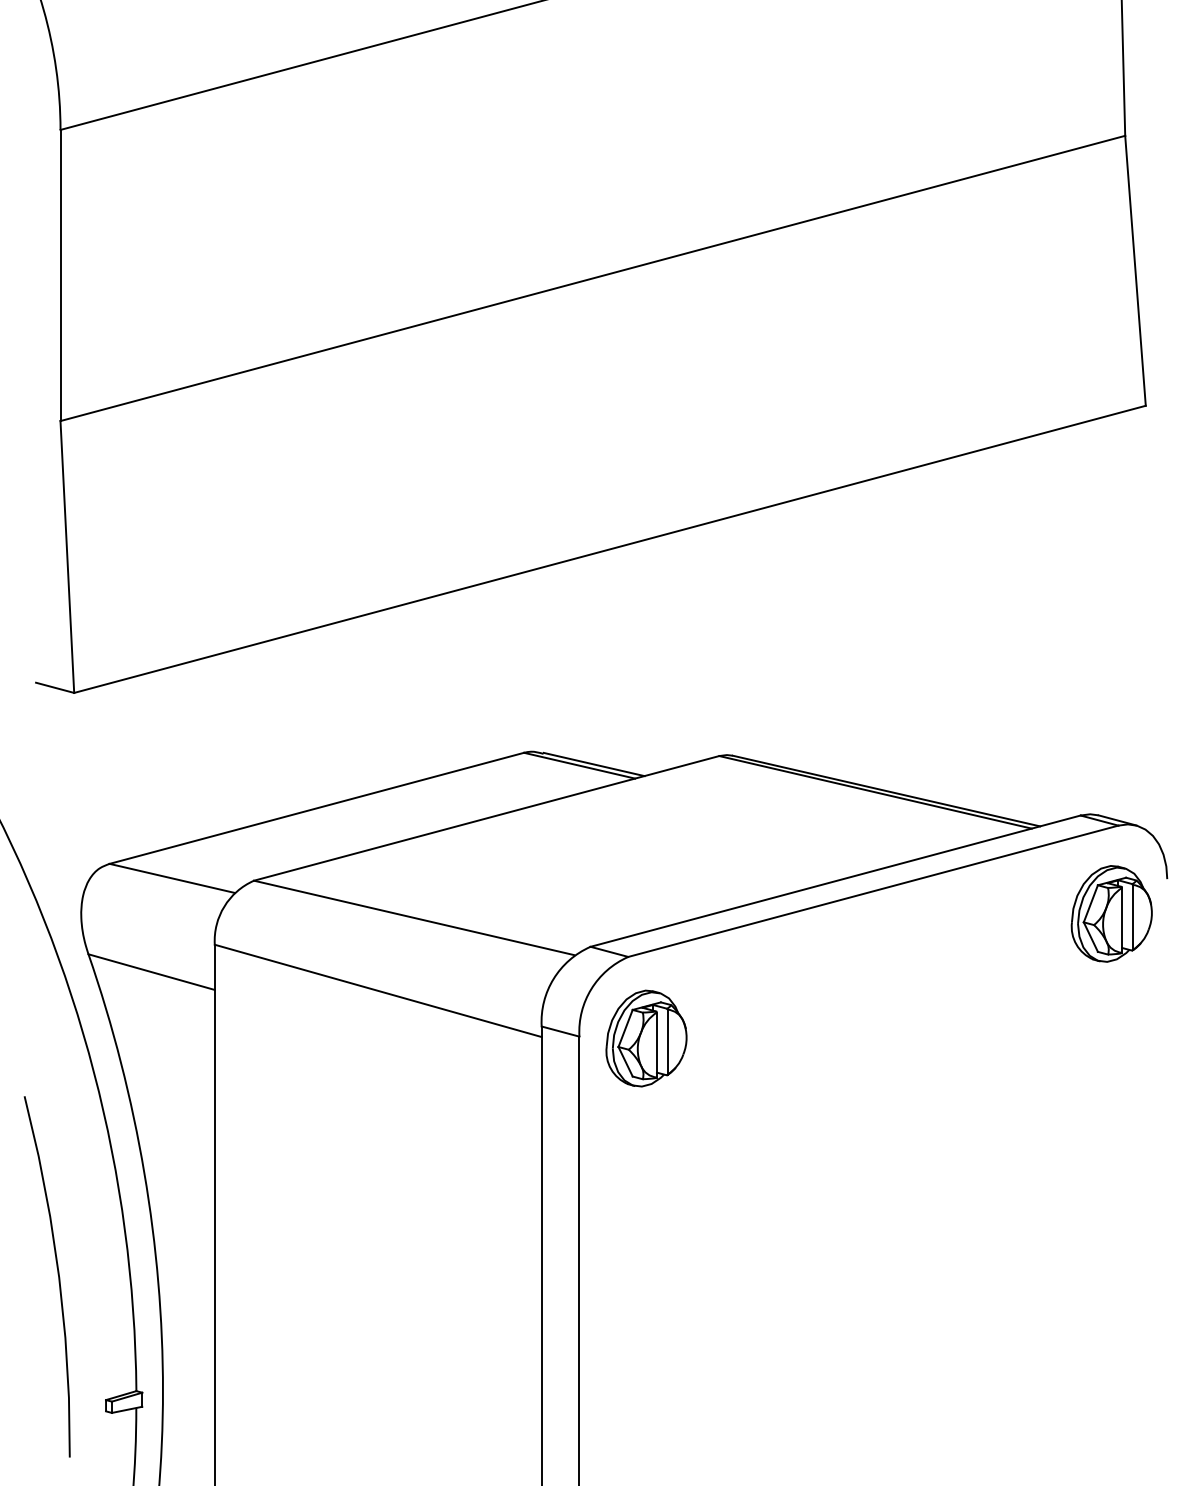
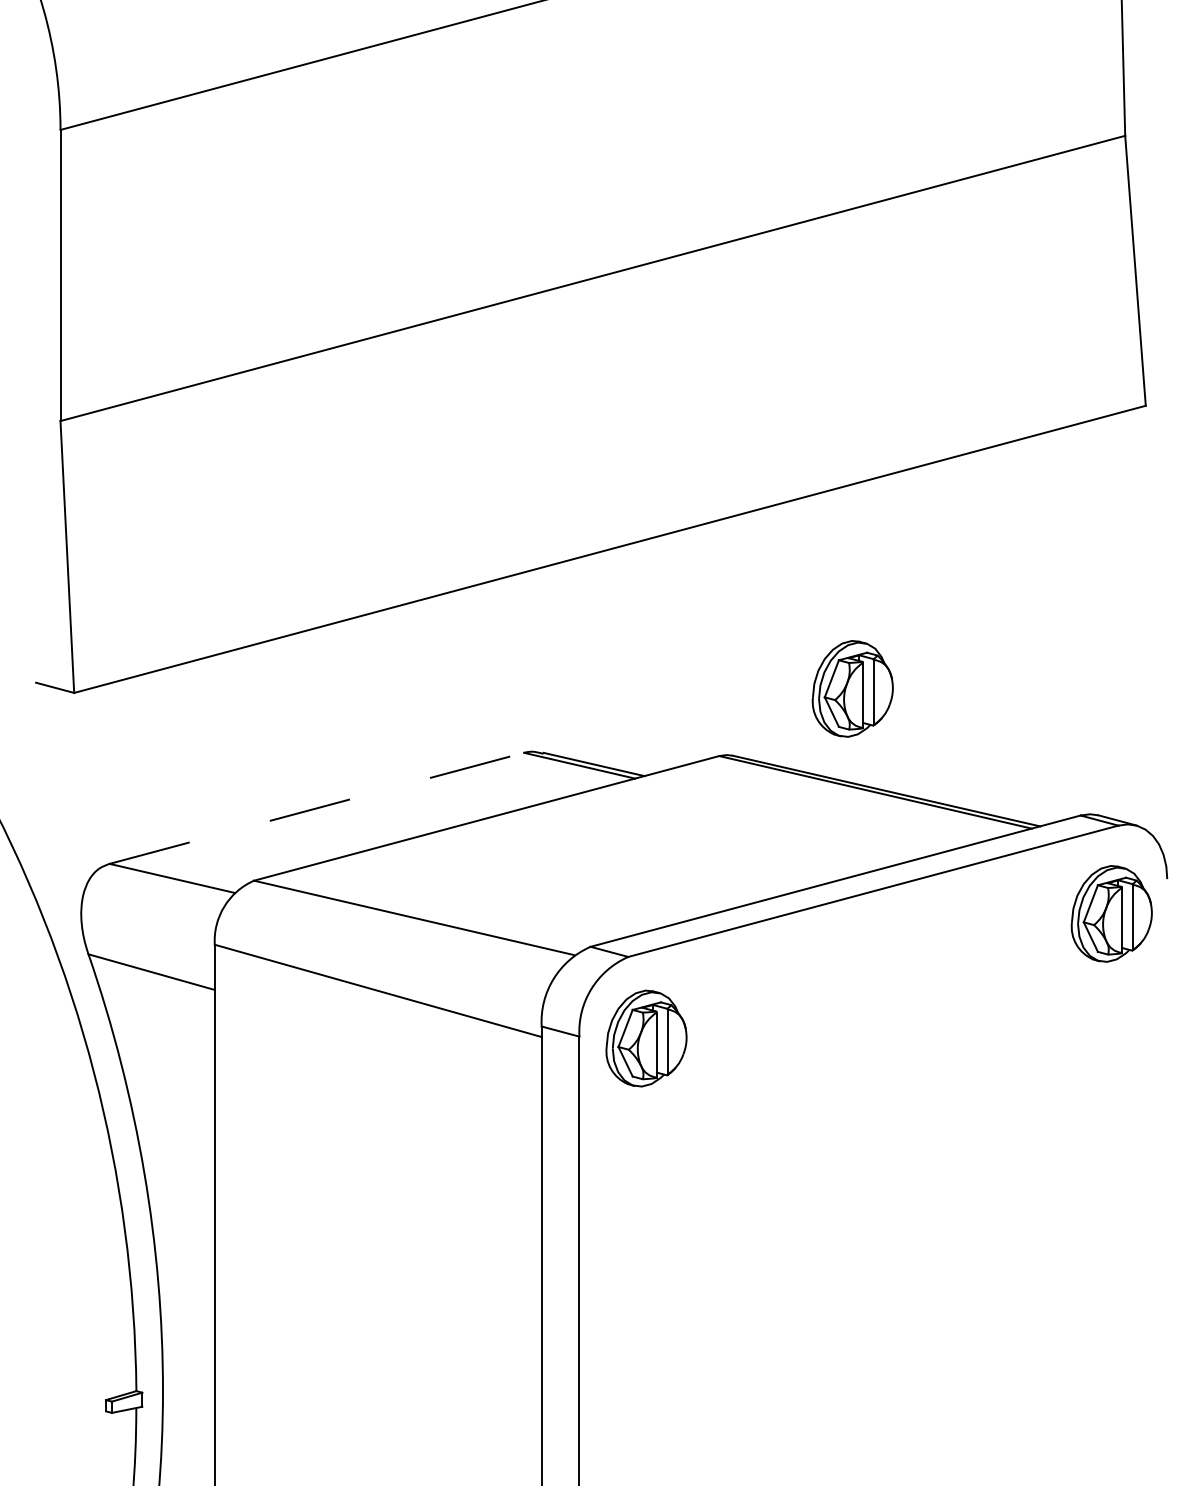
part at (852, 688): none -> present
line at (316, 808): solid -> dashed
curve at (57, 1274): present -> none
